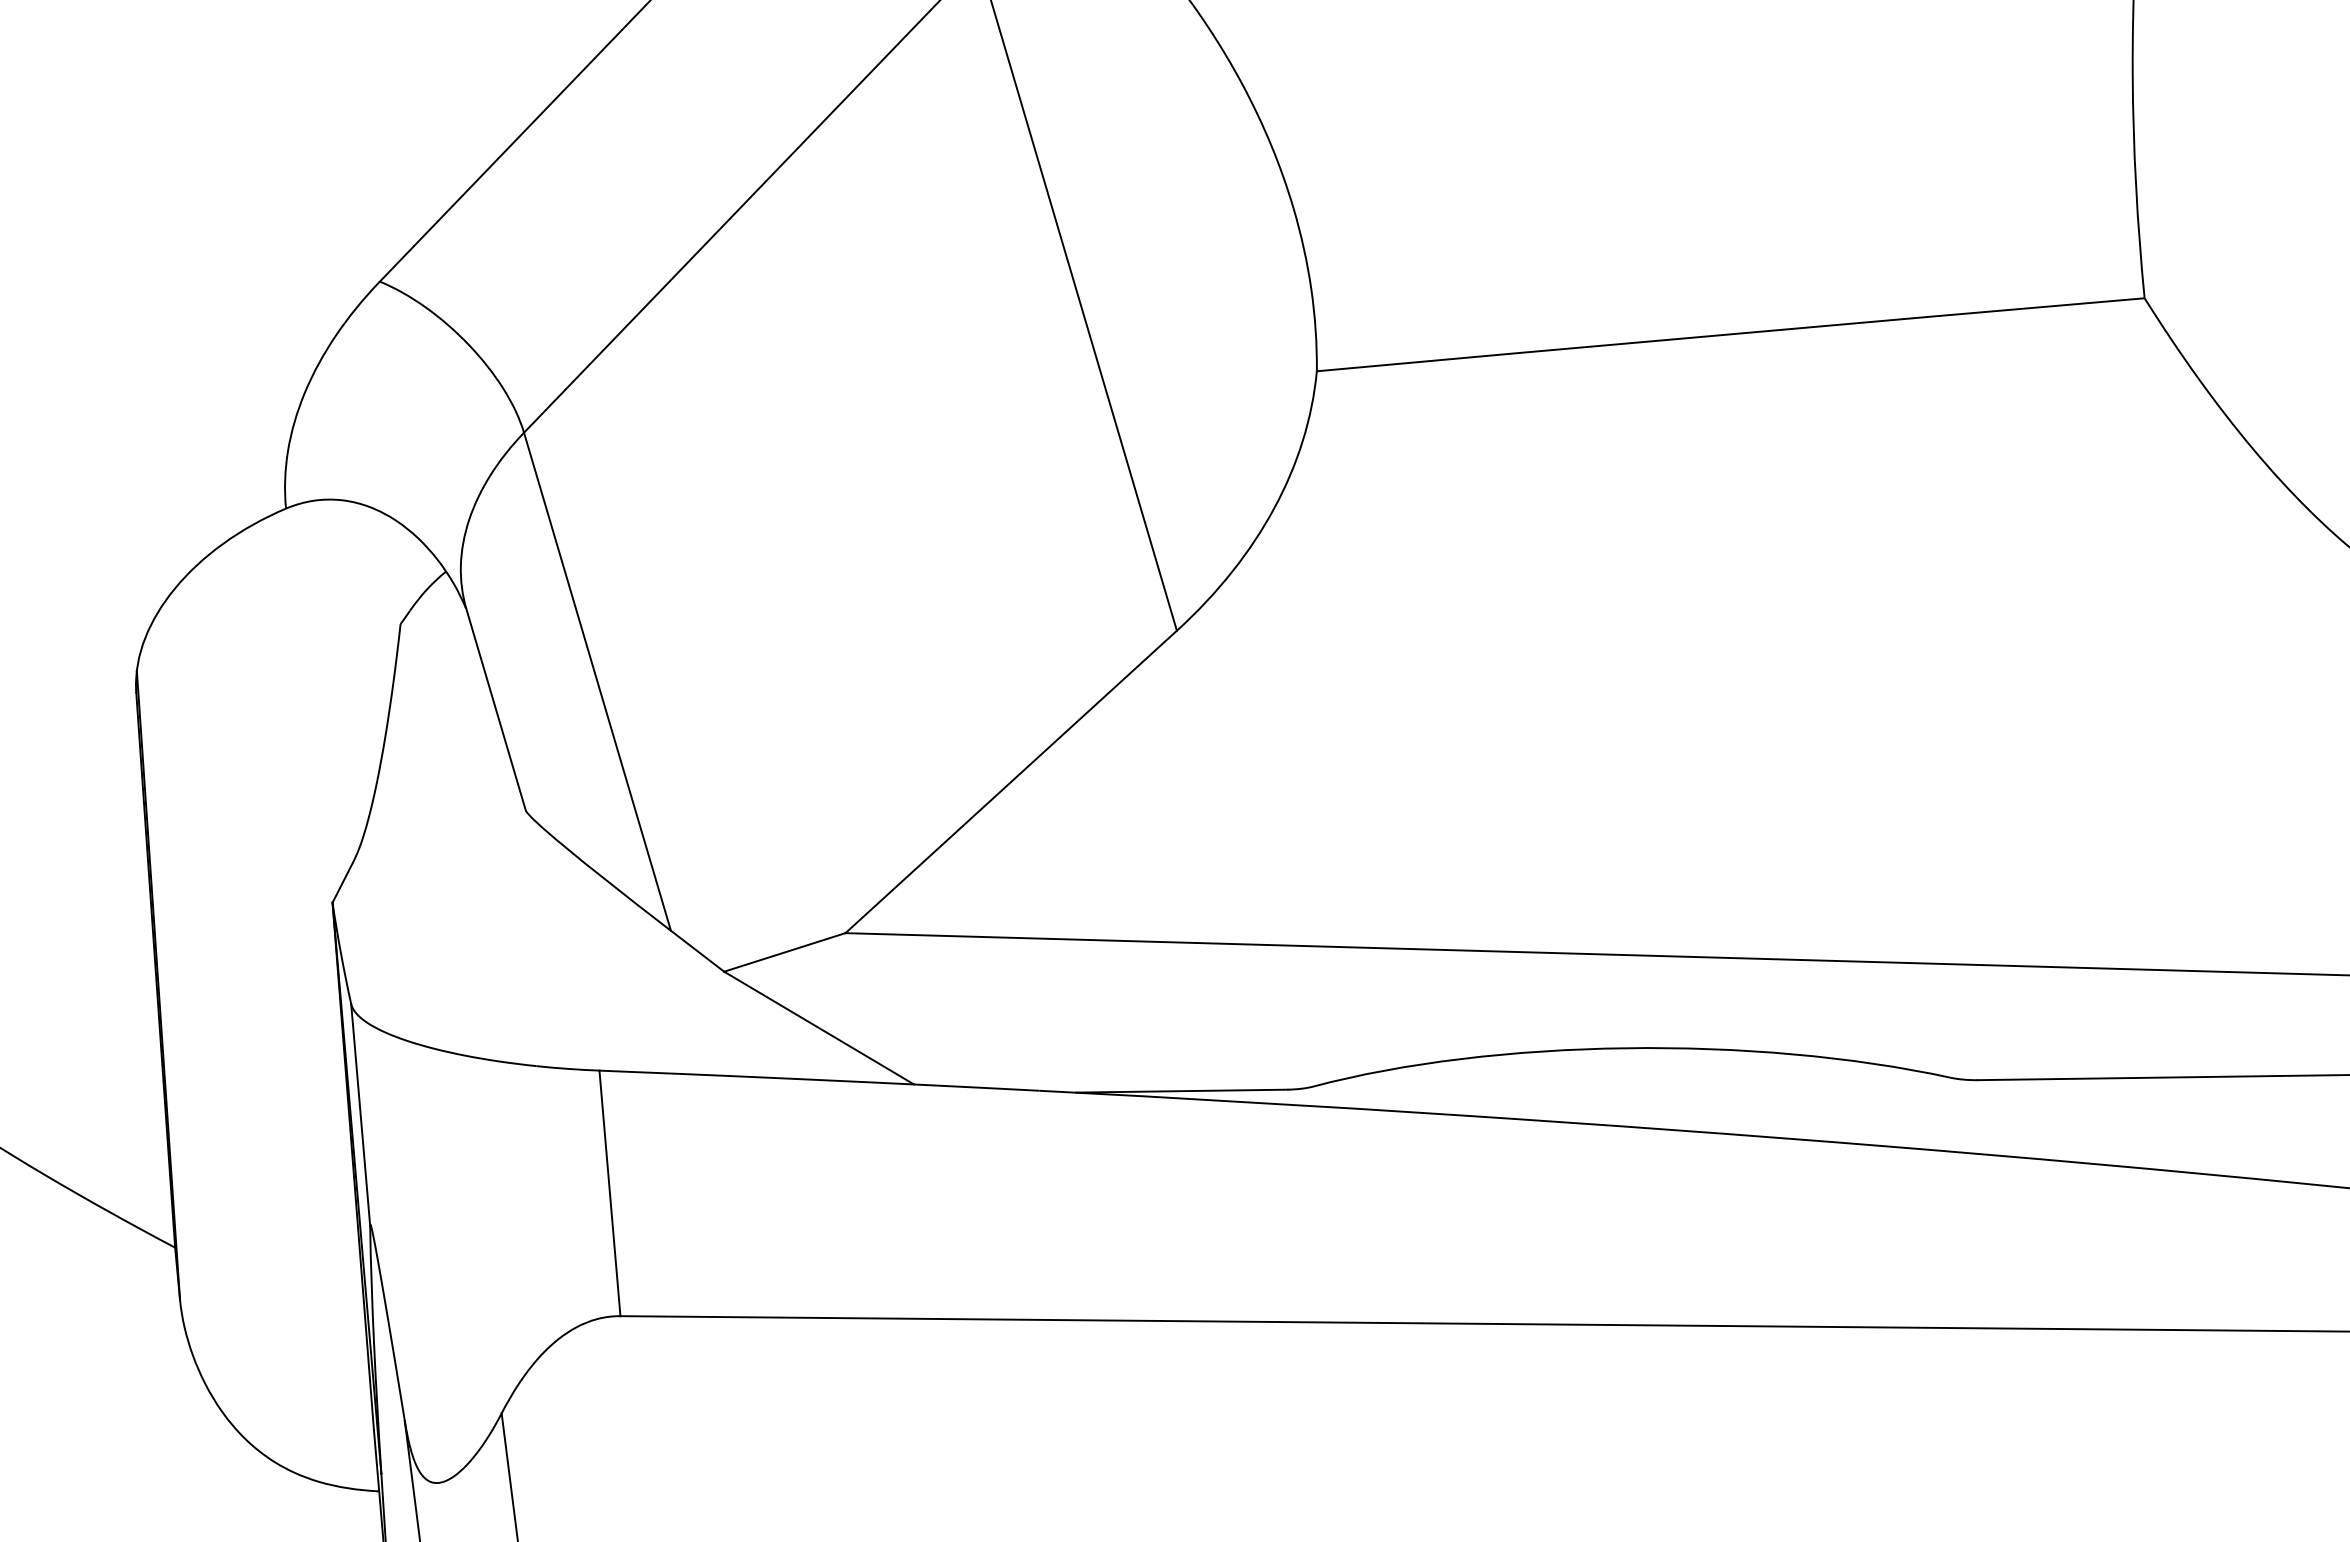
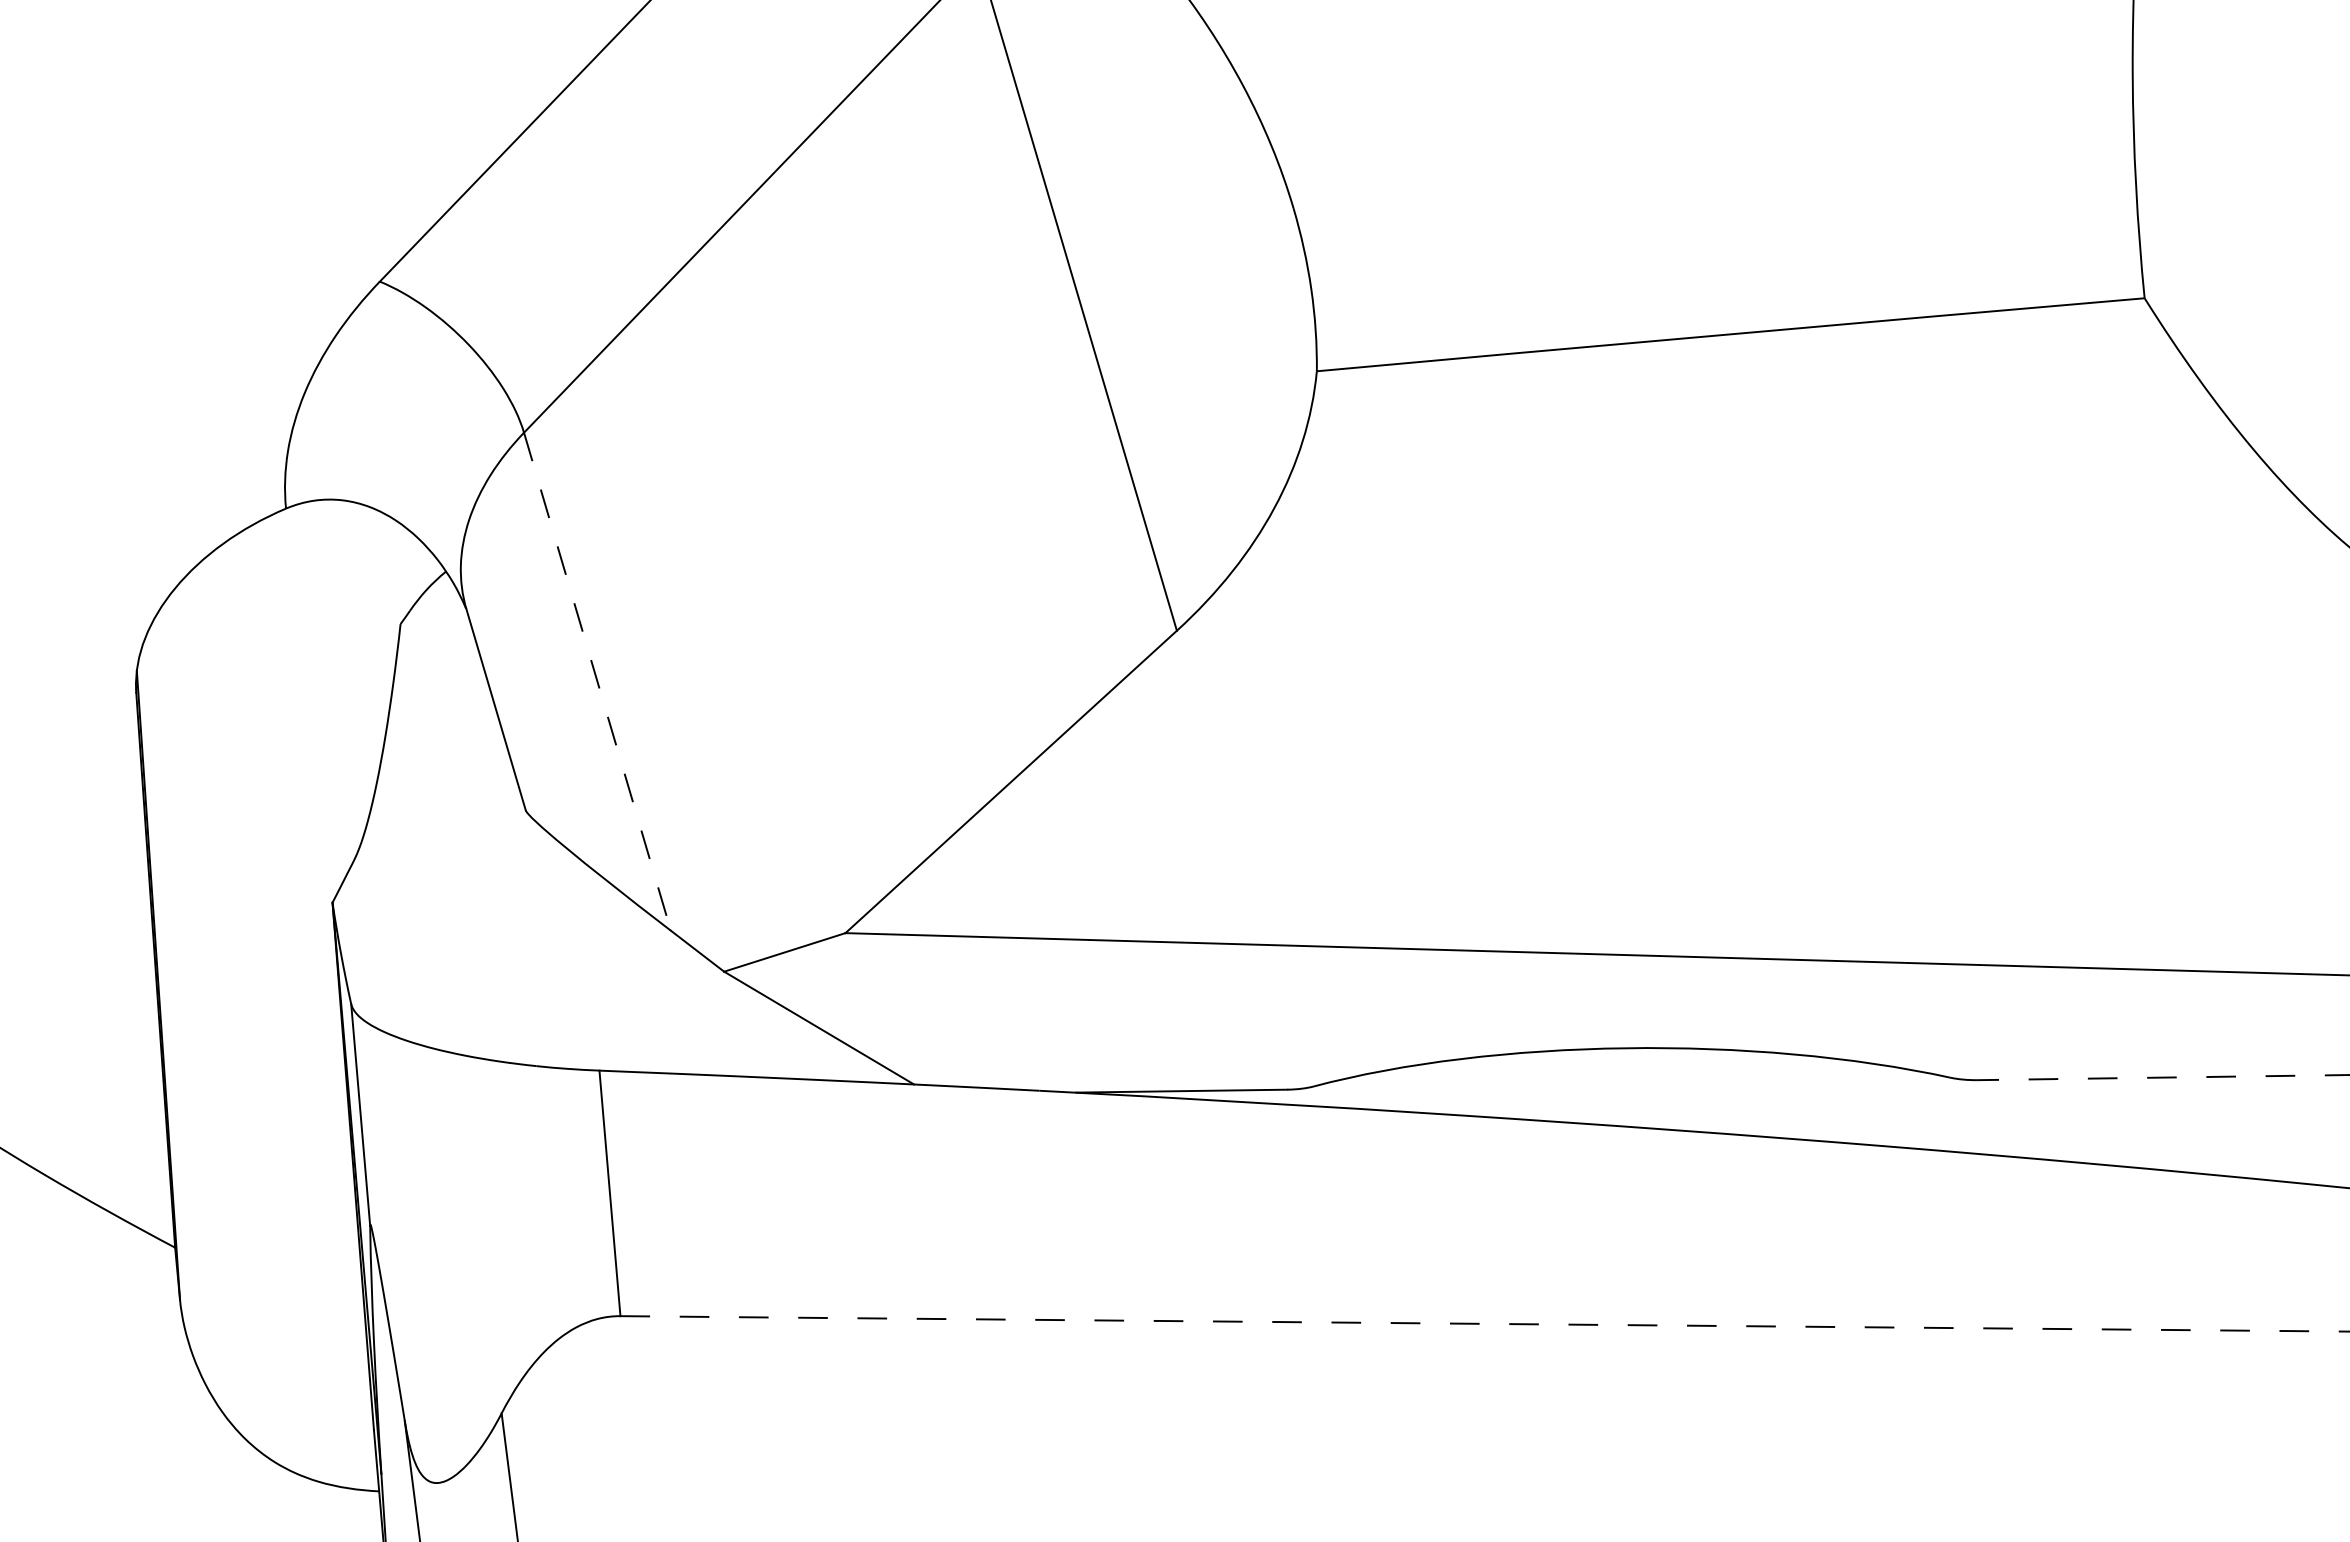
line at (597, 681): solid -> dashed
line at (2163, 1077): solid -> dashed
line at (1485, 1323): solid -> dashed
